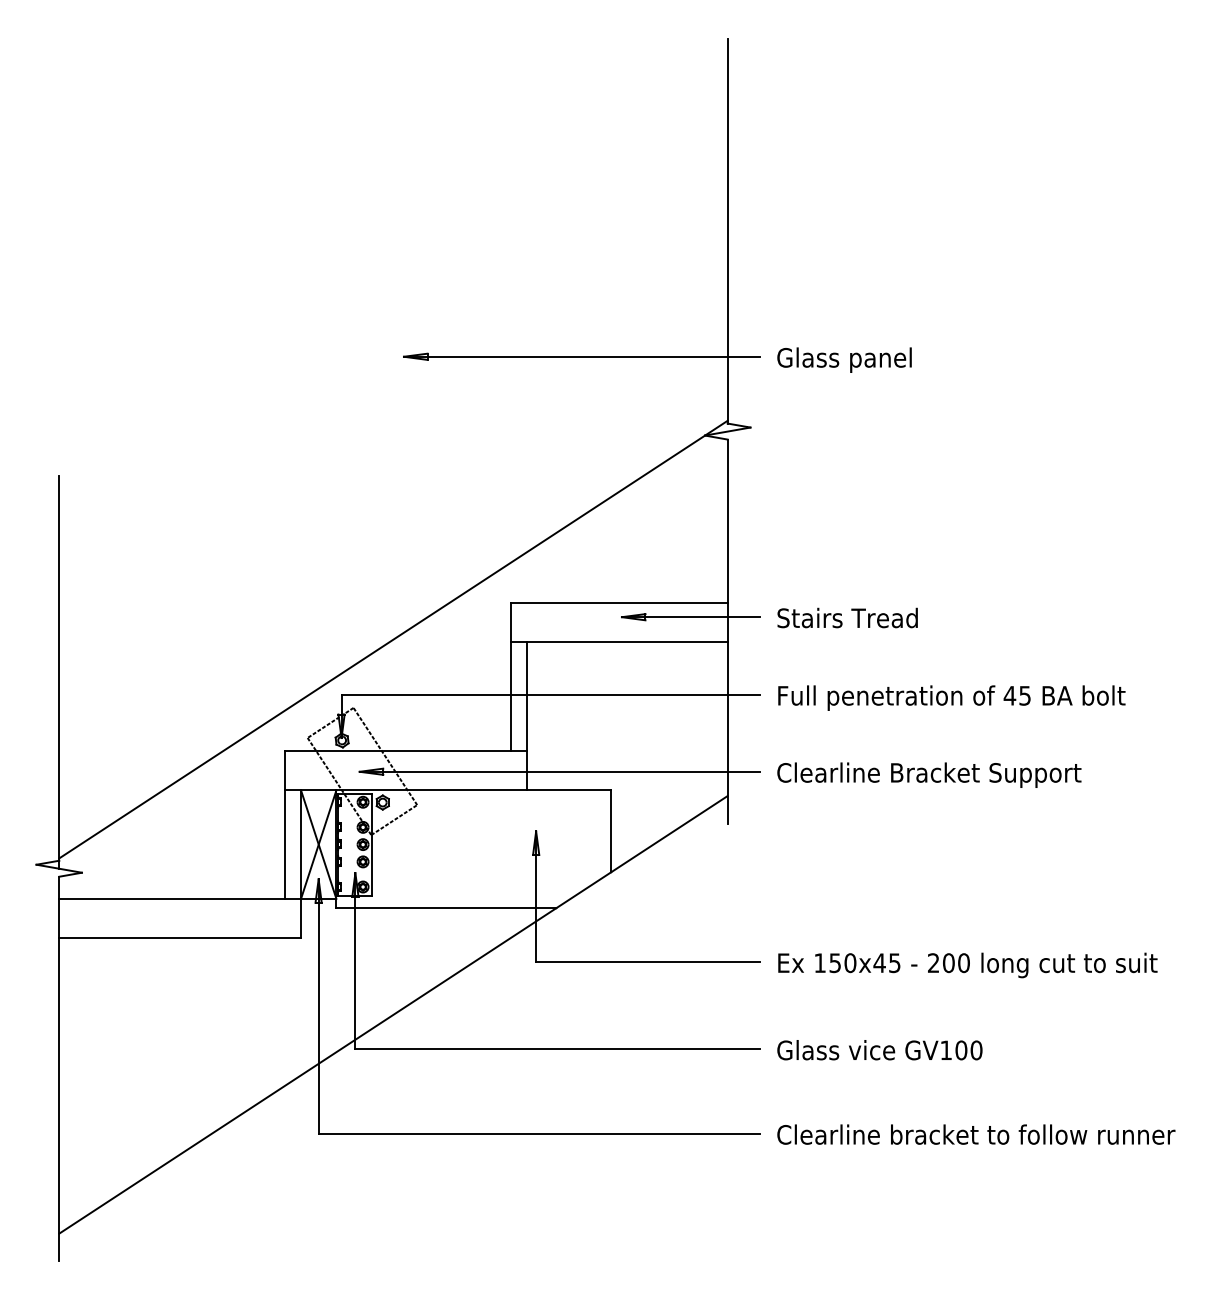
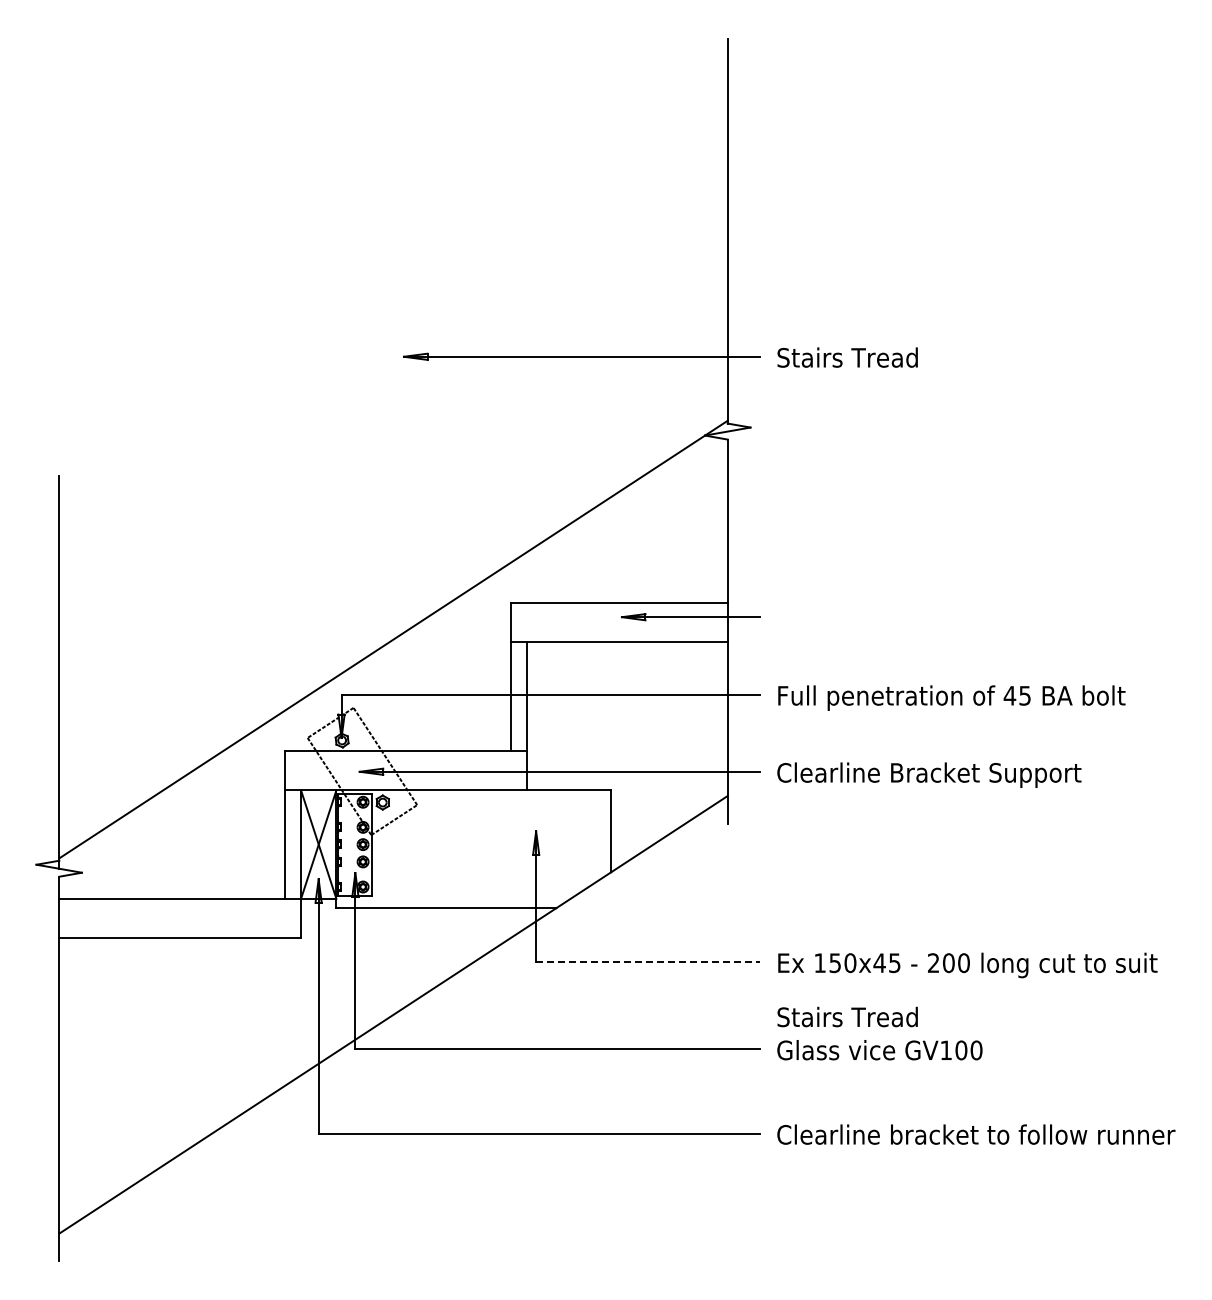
text at (847, 359): Glass panel -> Stairs Tread
text at (847, 617) position: (847, 617) -> (847, 1016)
line at (648, 962): solid -> dashed
